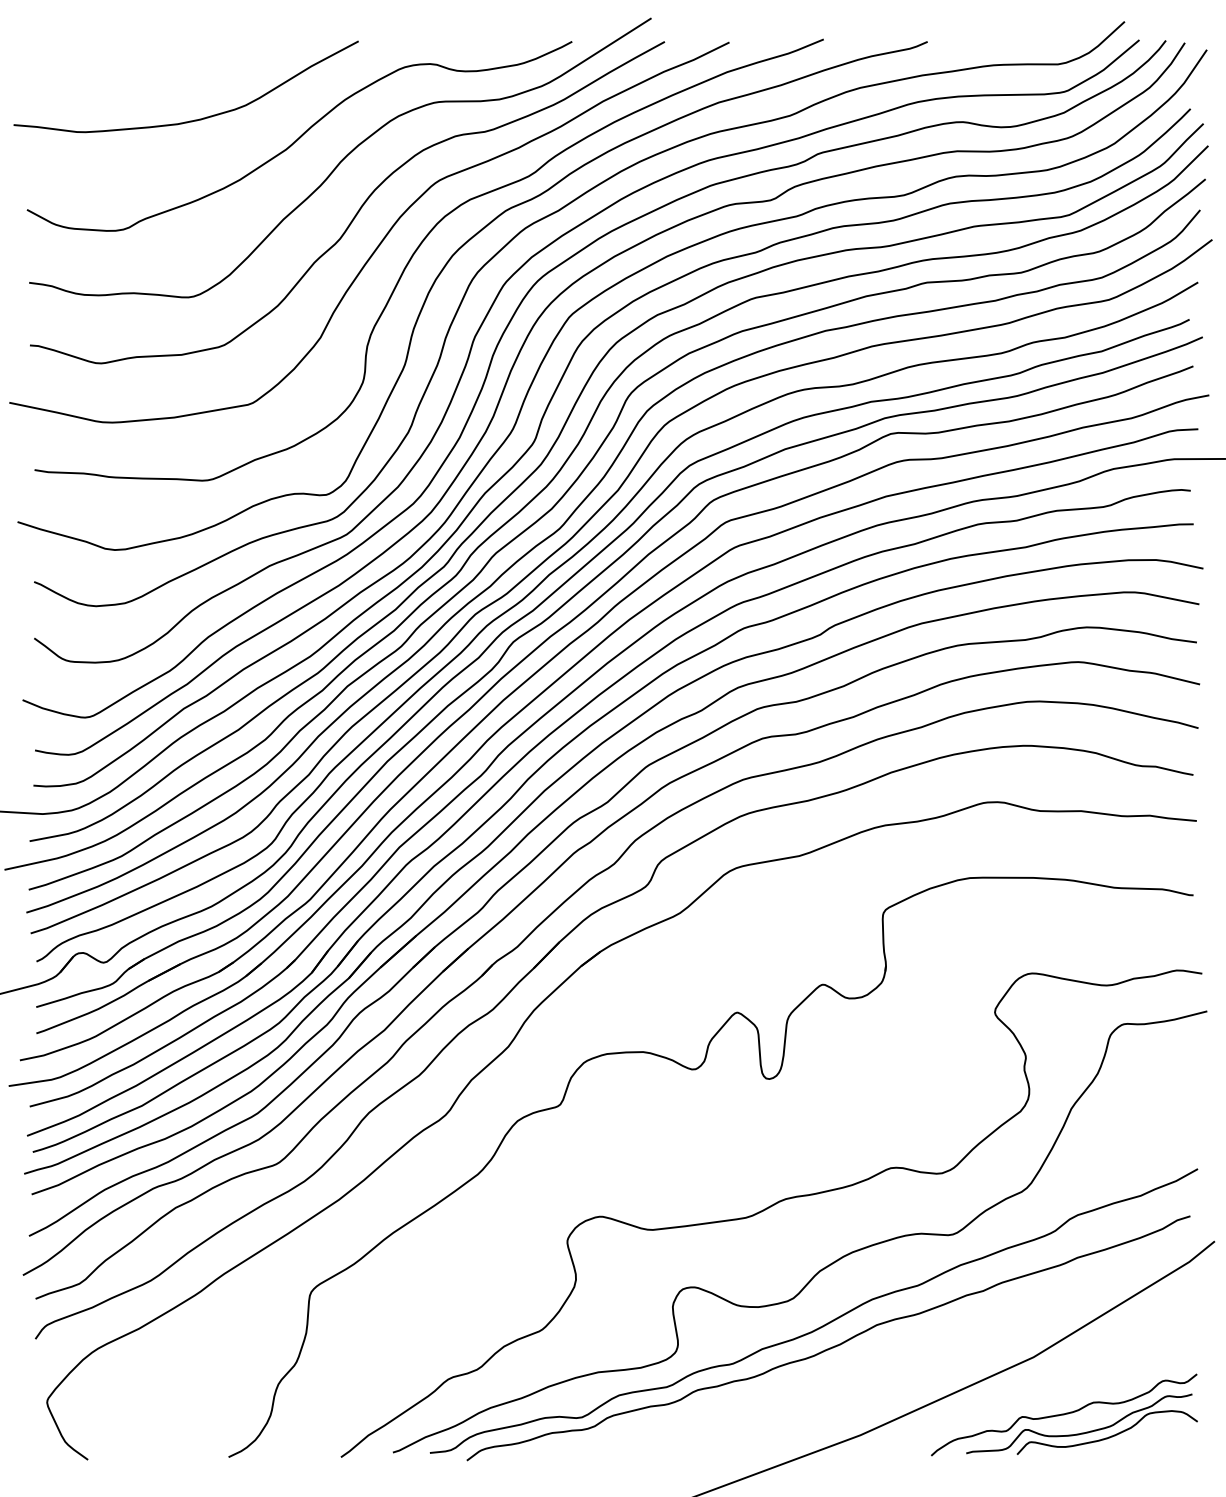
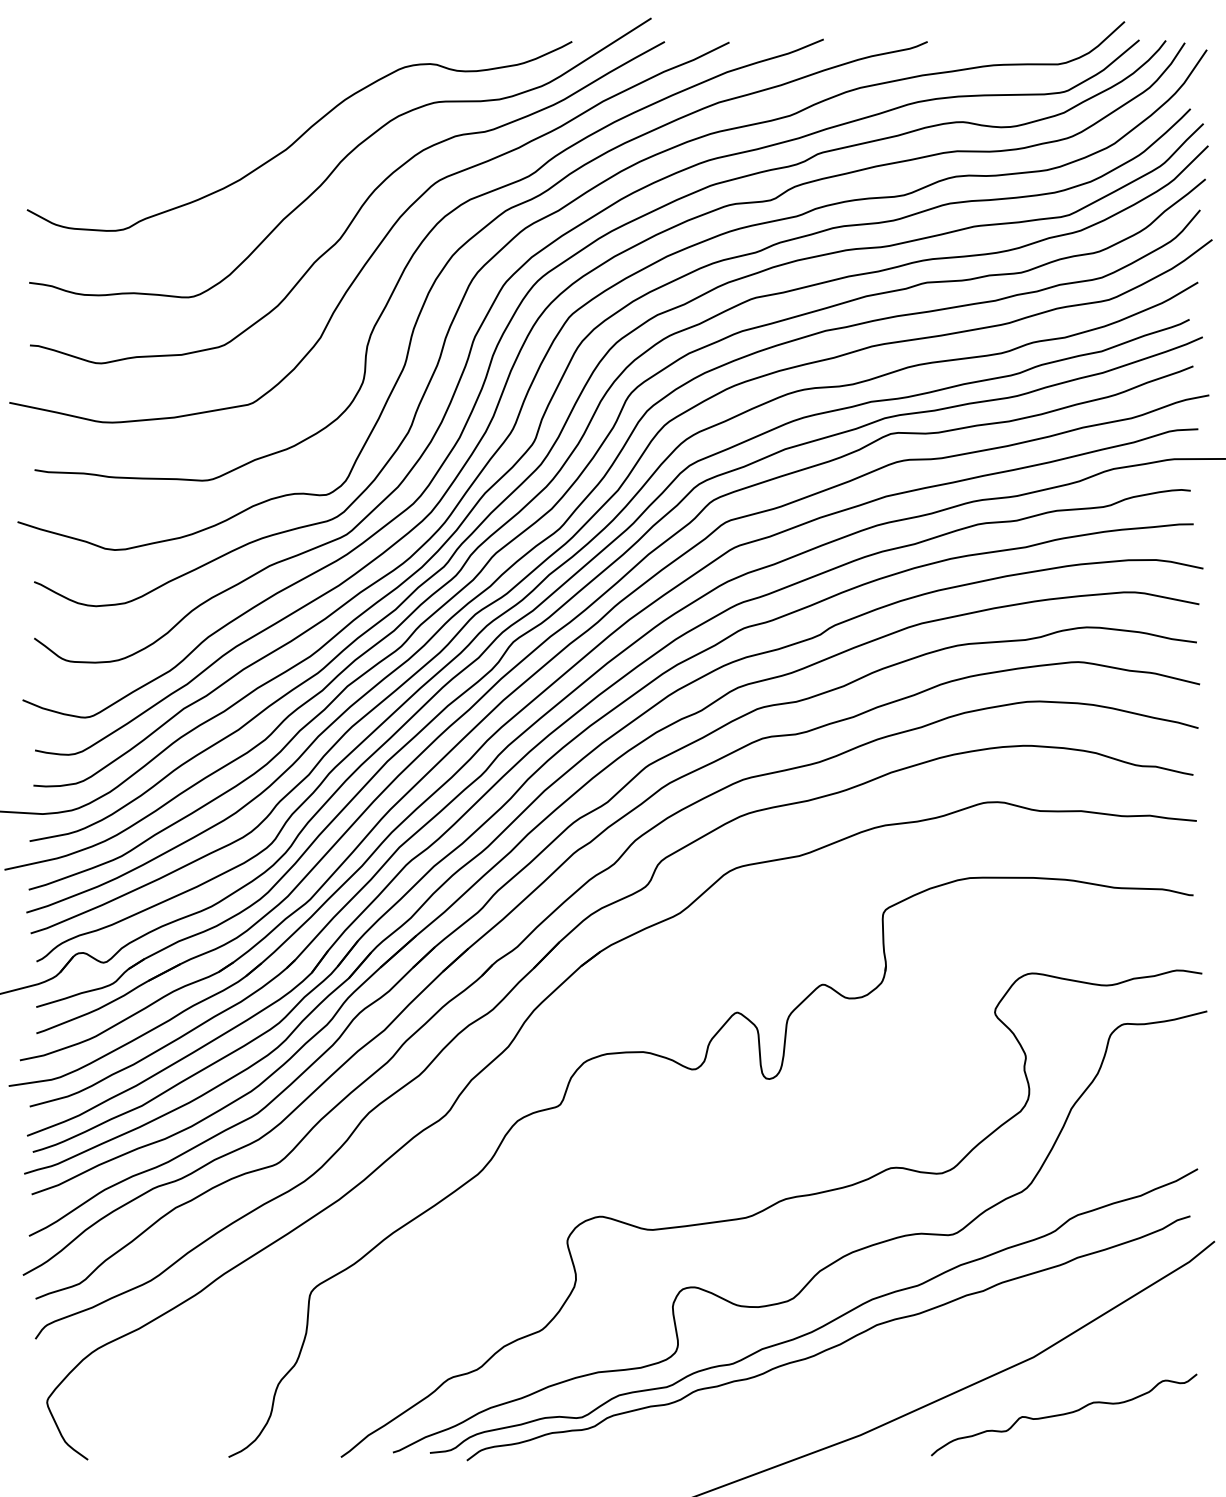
curve at (194, 119): present -> none
part at (1081, 1432): present -> none
